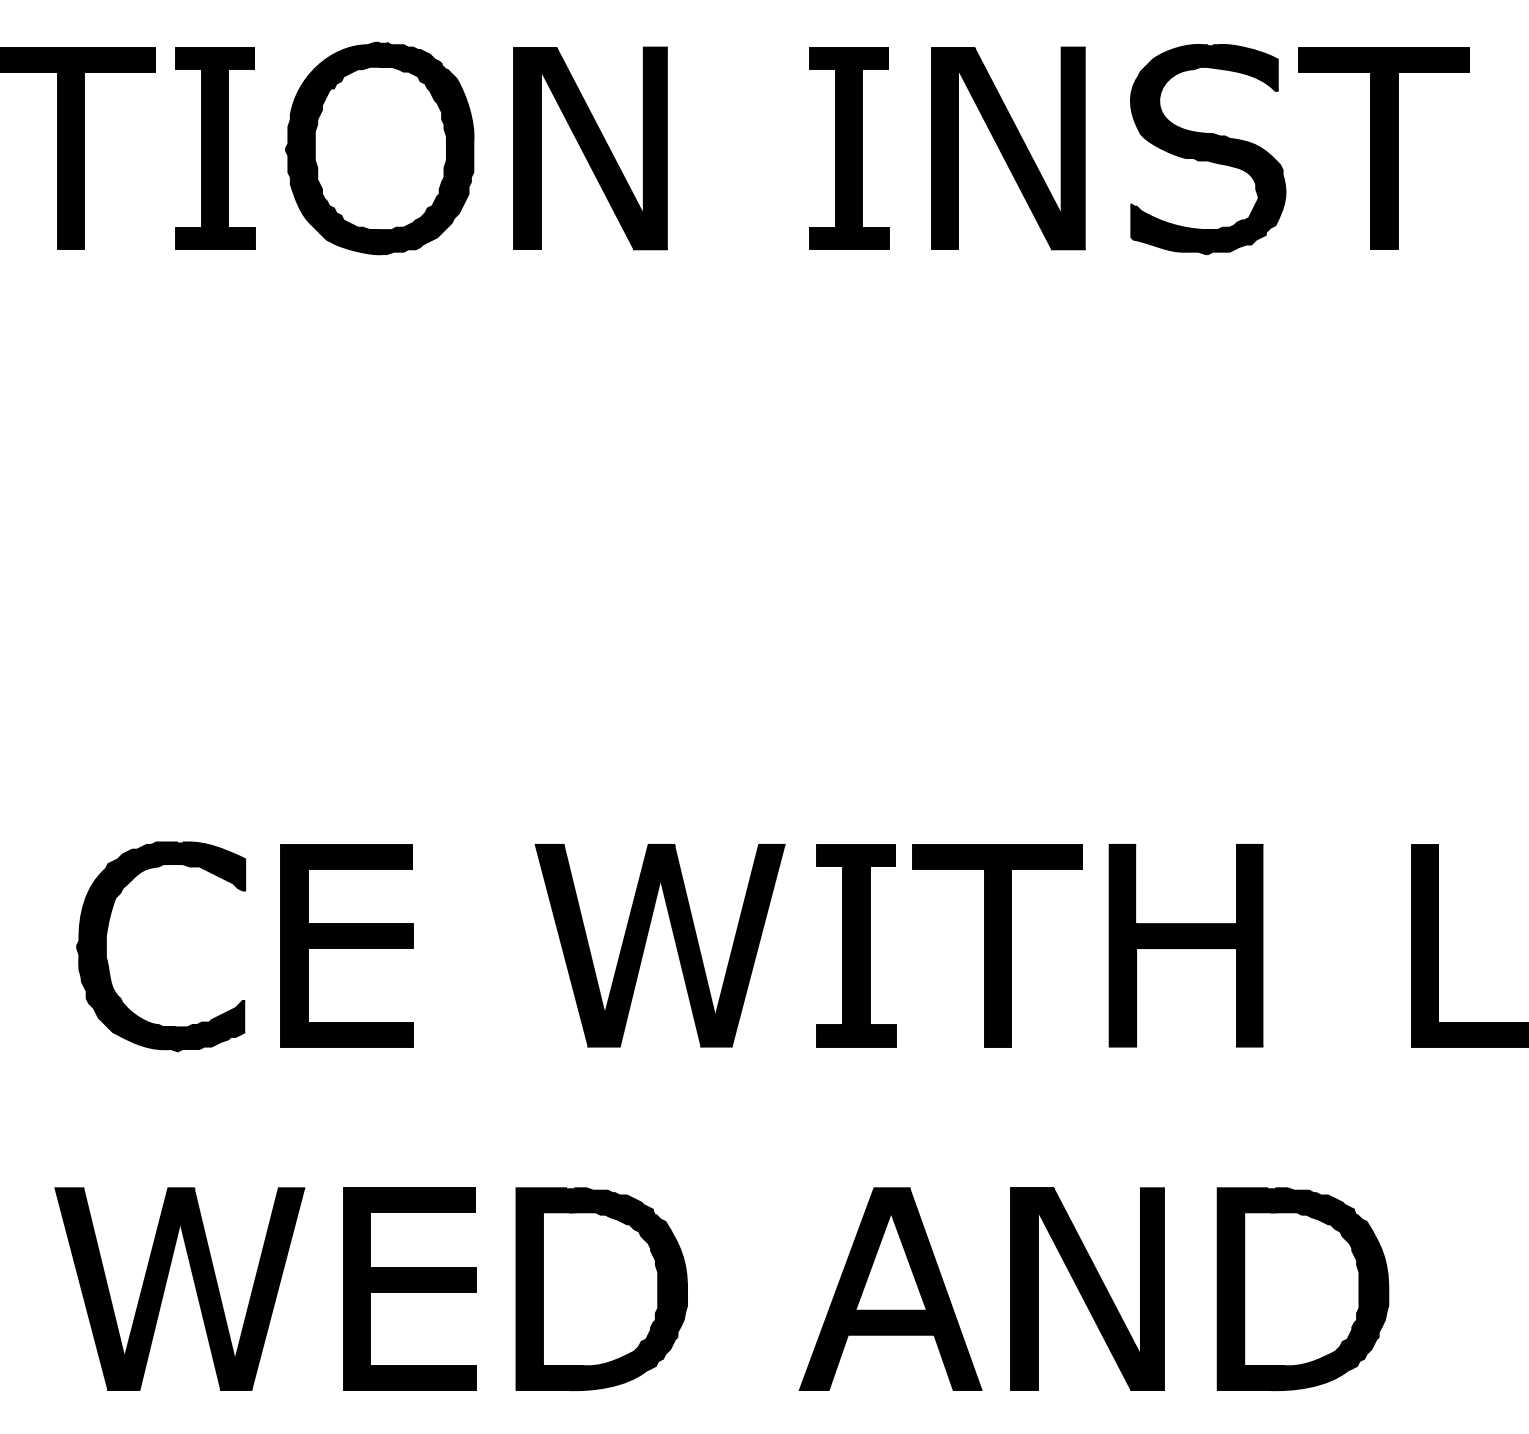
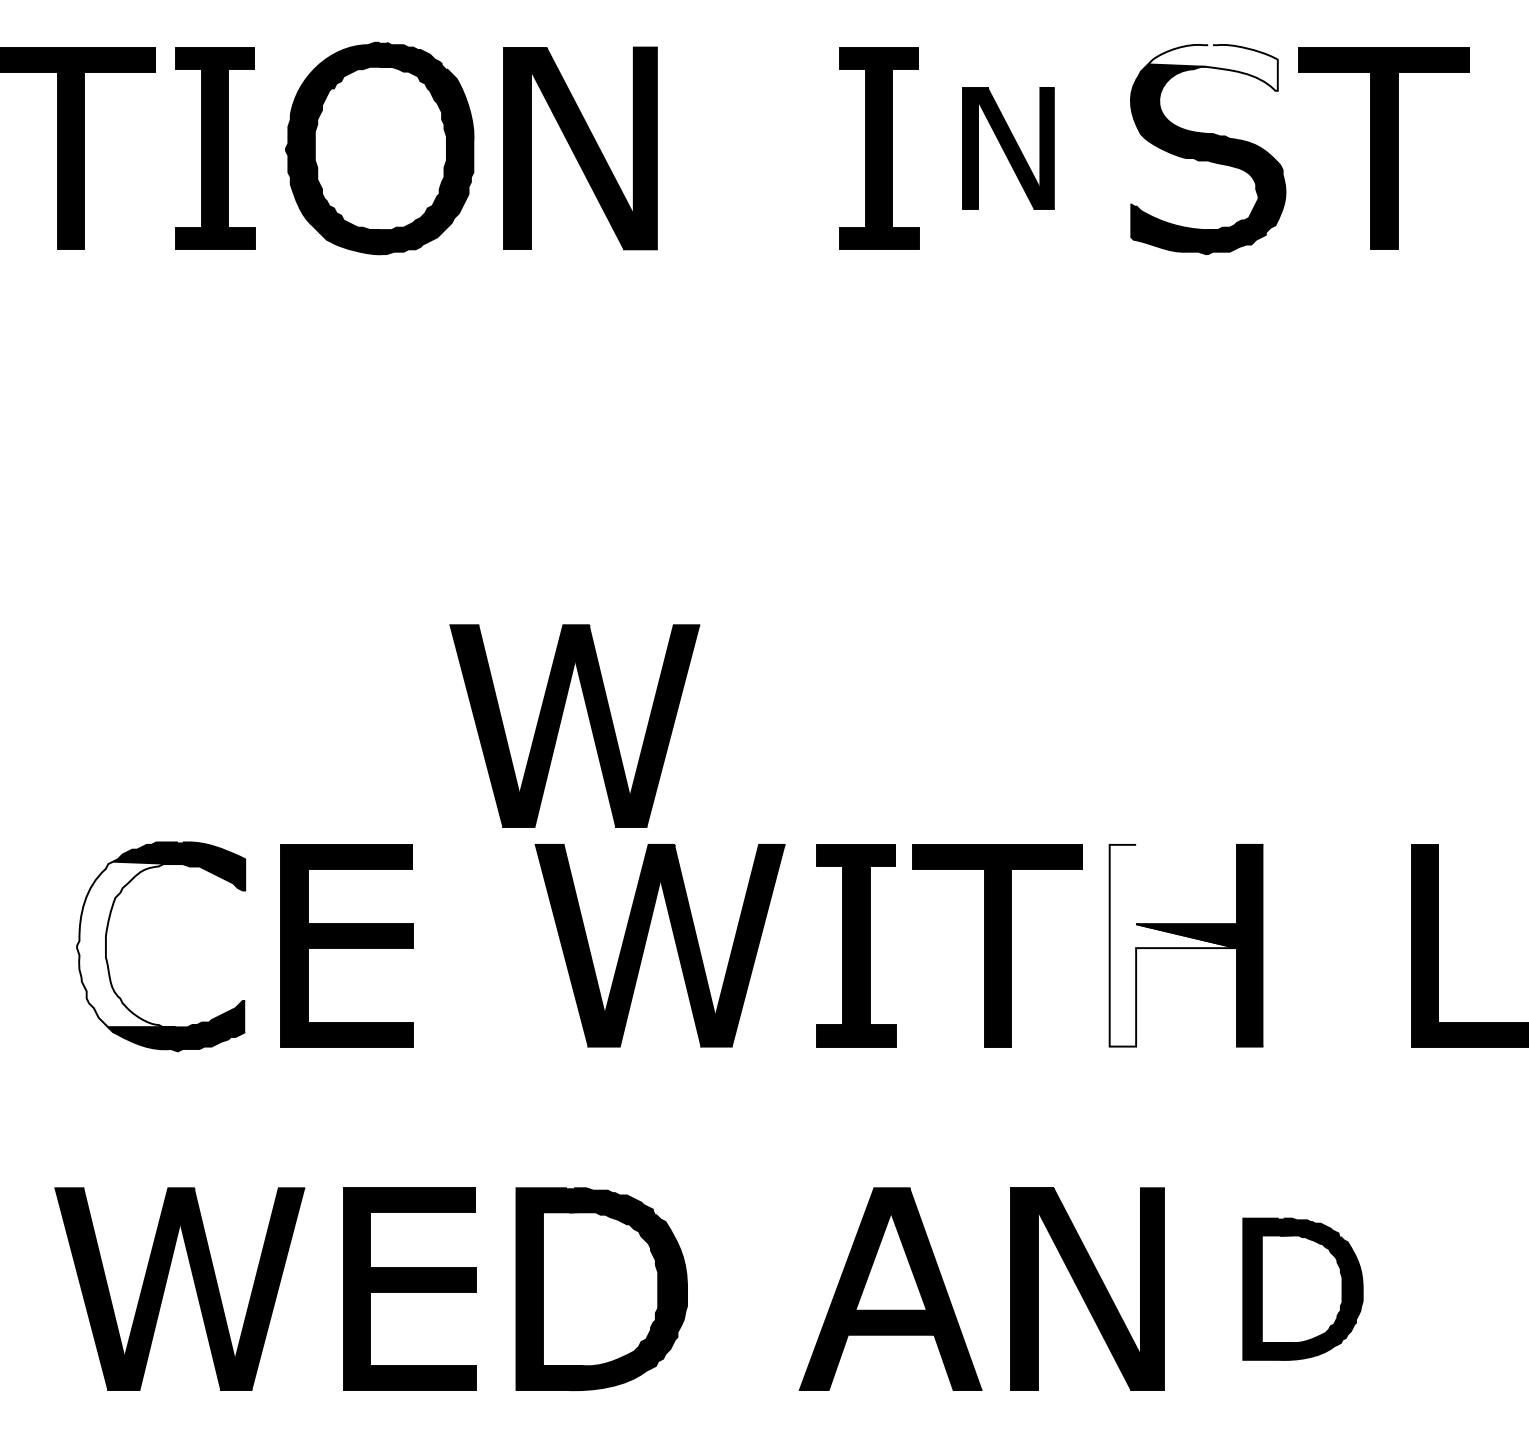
fill at (1212, 67): present -> none
part at (590, 148) position: (590, 148) -> (580, 148)
part at (849, 148) position: (849, 148) -> (879, 148)
part at (1008, 148) size: 155x205 px -> 93x123 px
part at (561, 721): none -> present
fill at (126, 944): present -> none
fill at (1172, 945): present -> none
part at (1302, 1289) size: 174x205 px -> 122x144 px
